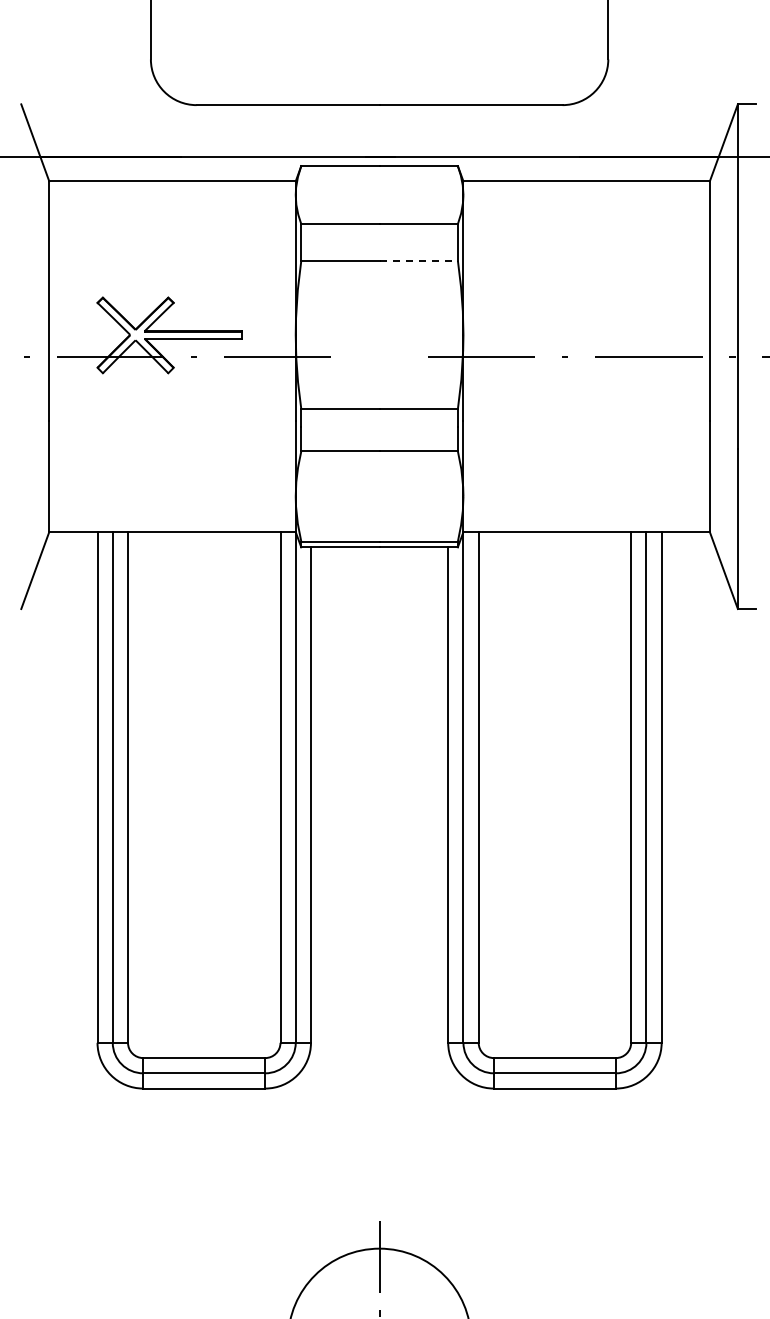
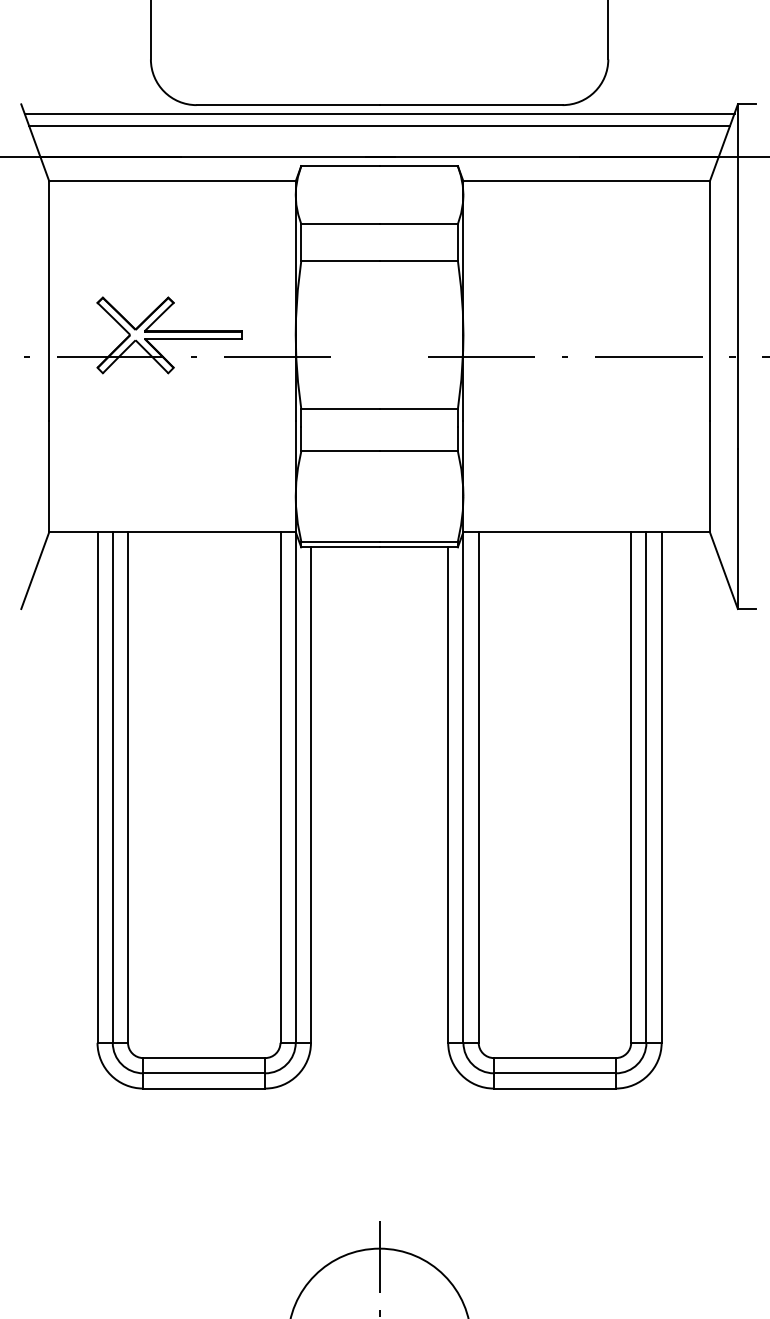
line at (379, 113): none -> present
line at (379, 126): none -> present
line at (419, 260): dashed -> solid
